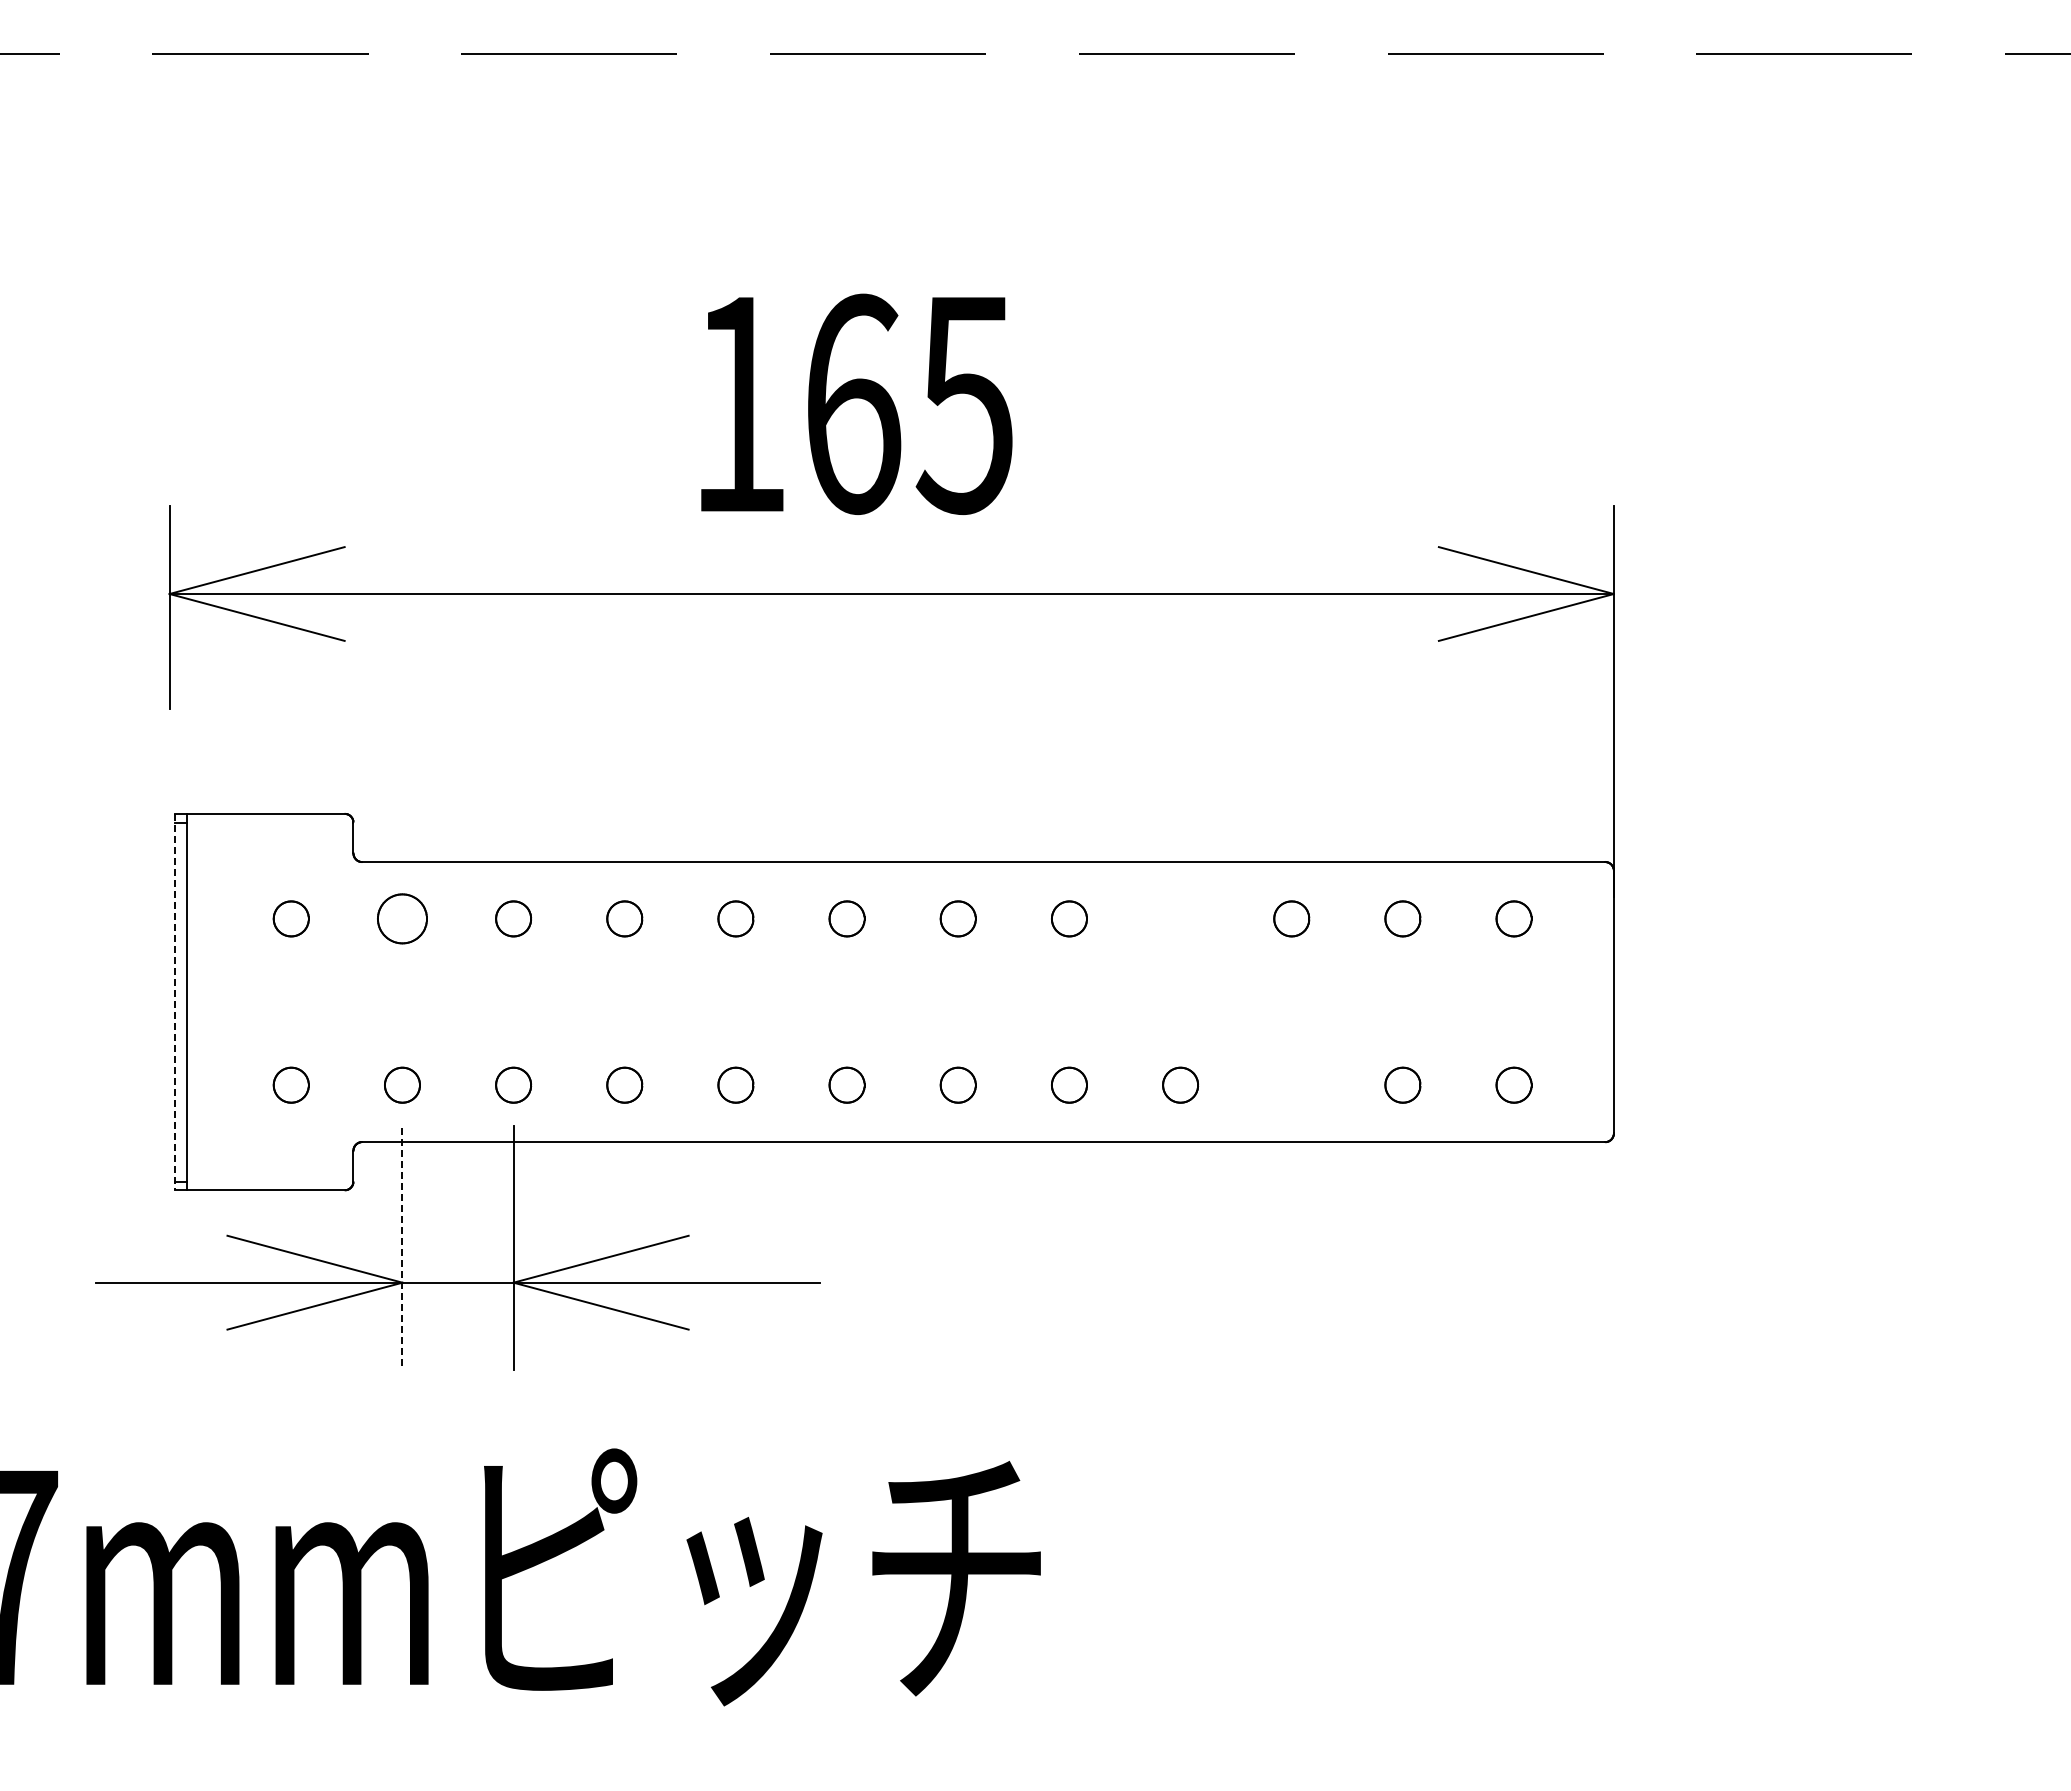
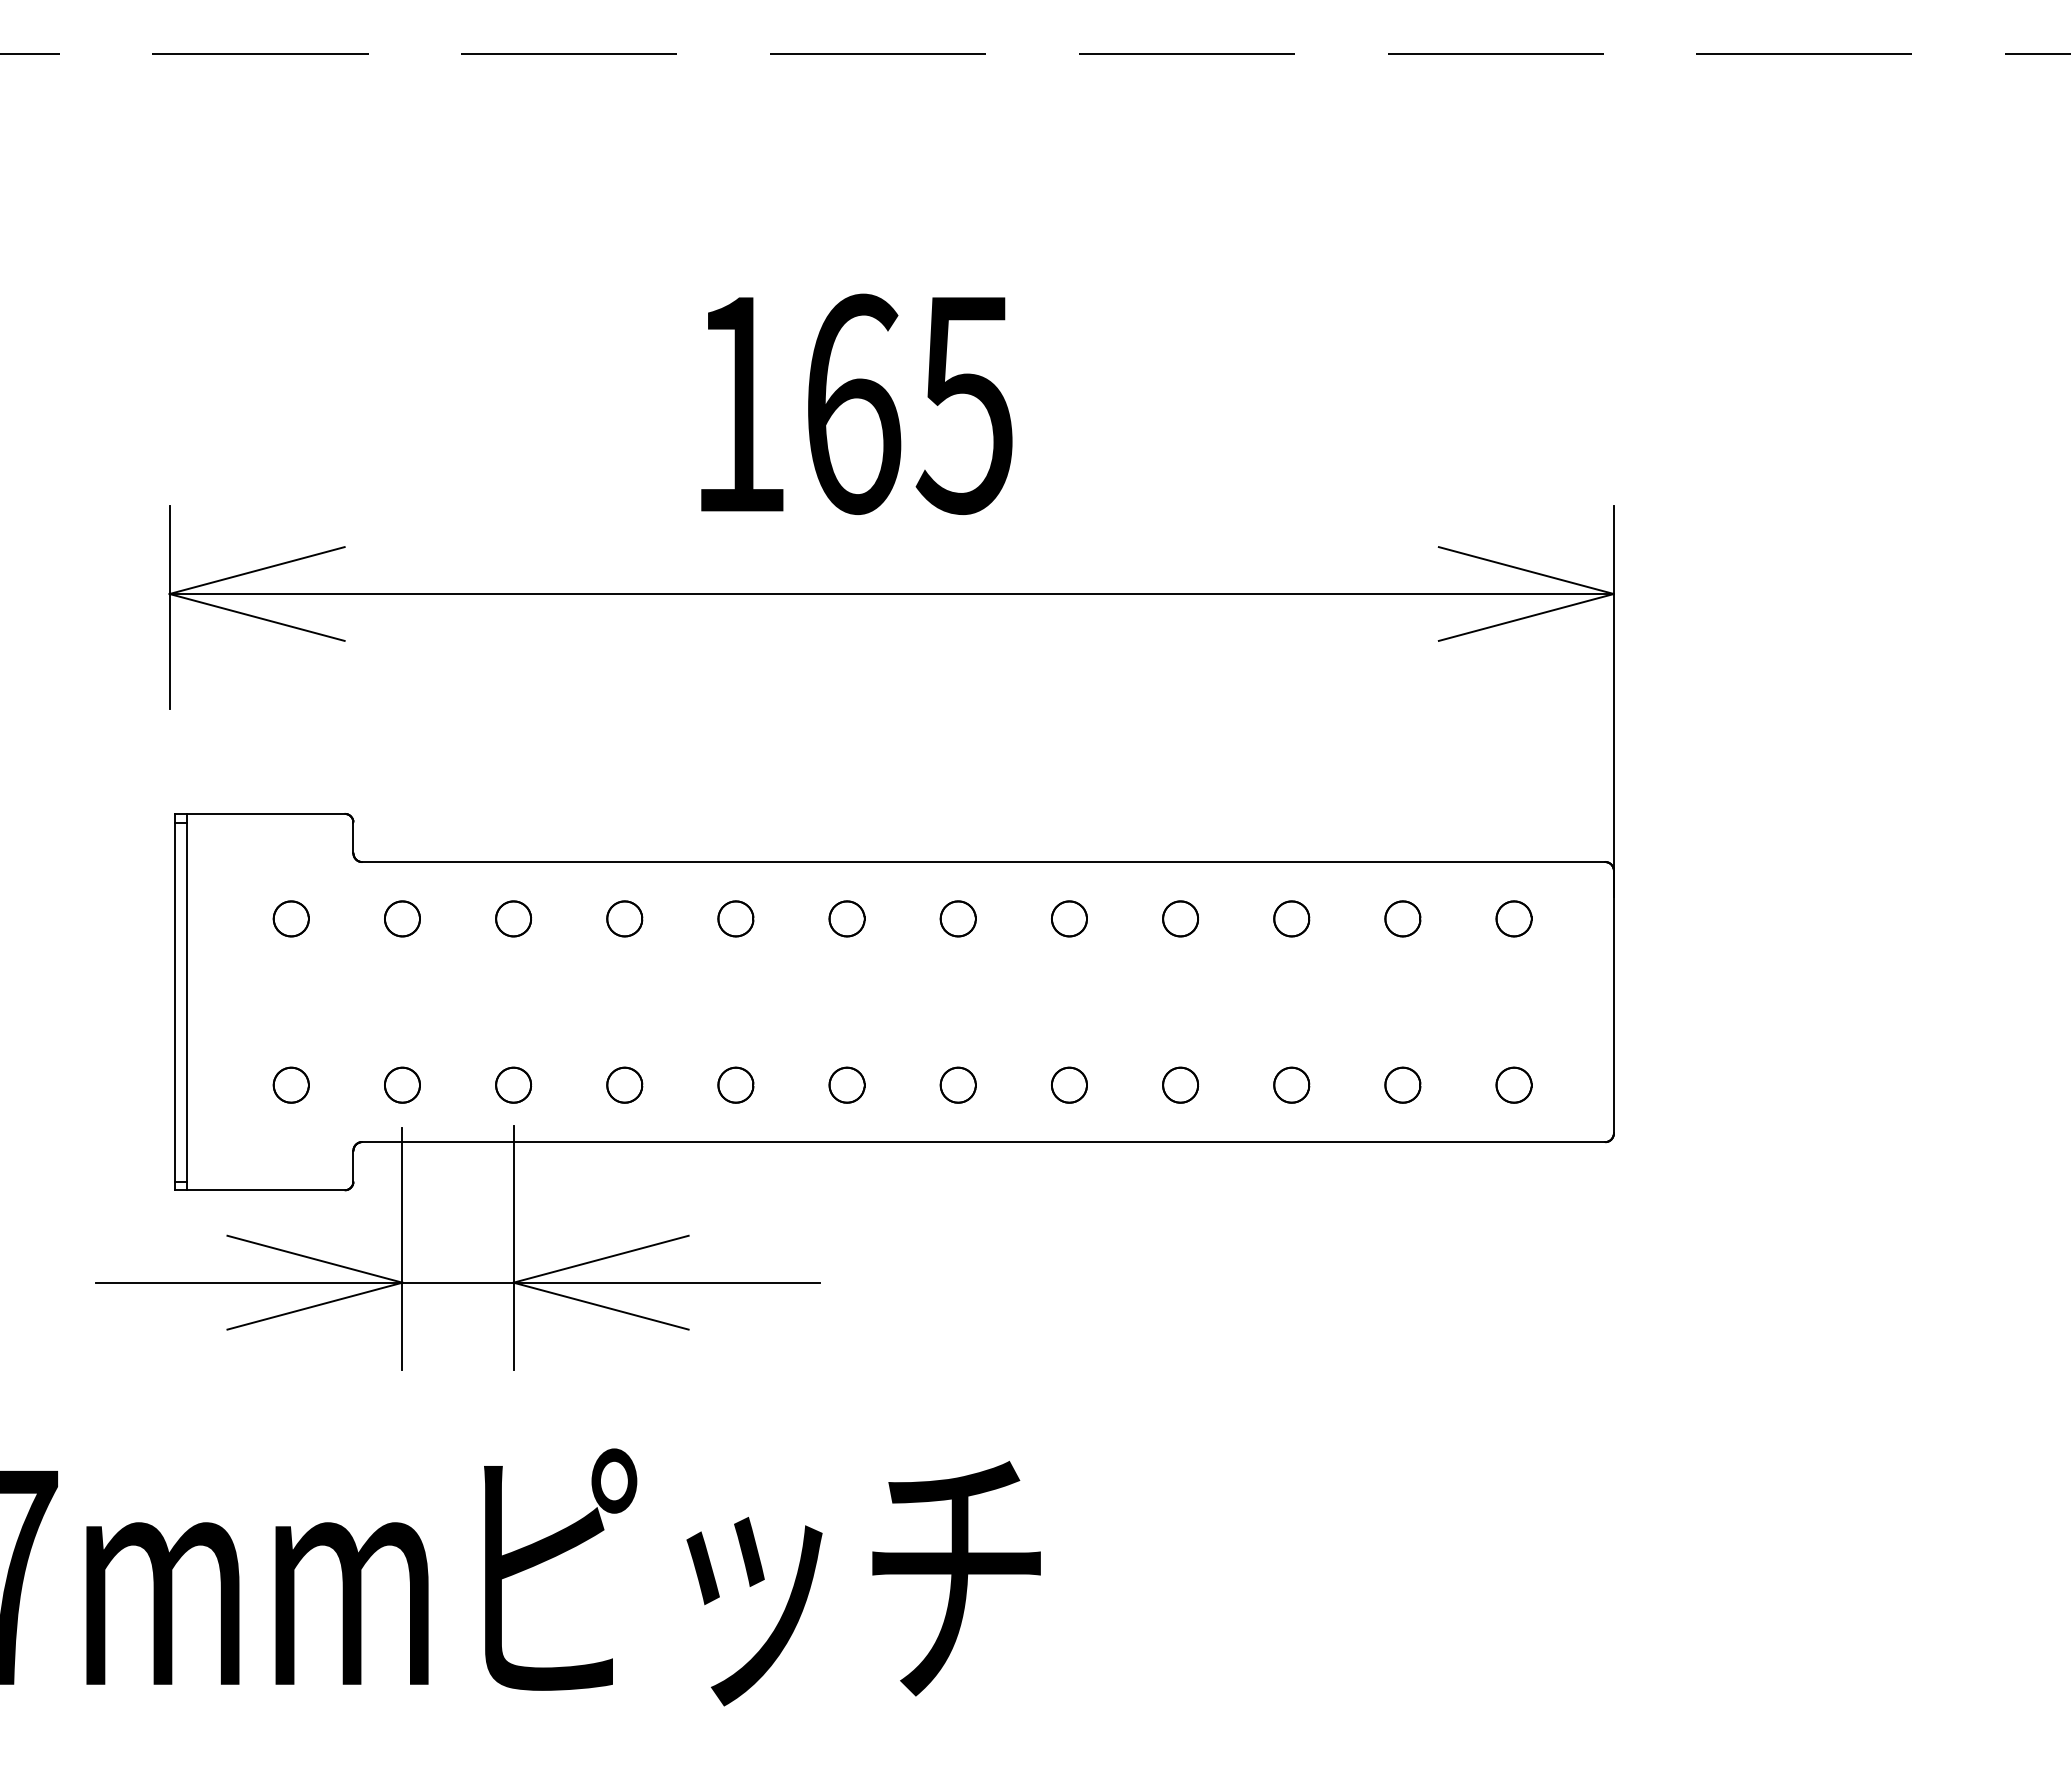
part at (402, 918) size: 51x52 px -> 37x38 px
part at (1180, 918): none -> present
line at (175, 1002): dashed -> solid
part at (1291, 1084): none -> present
line at (402, 1249): dashed -> solid
